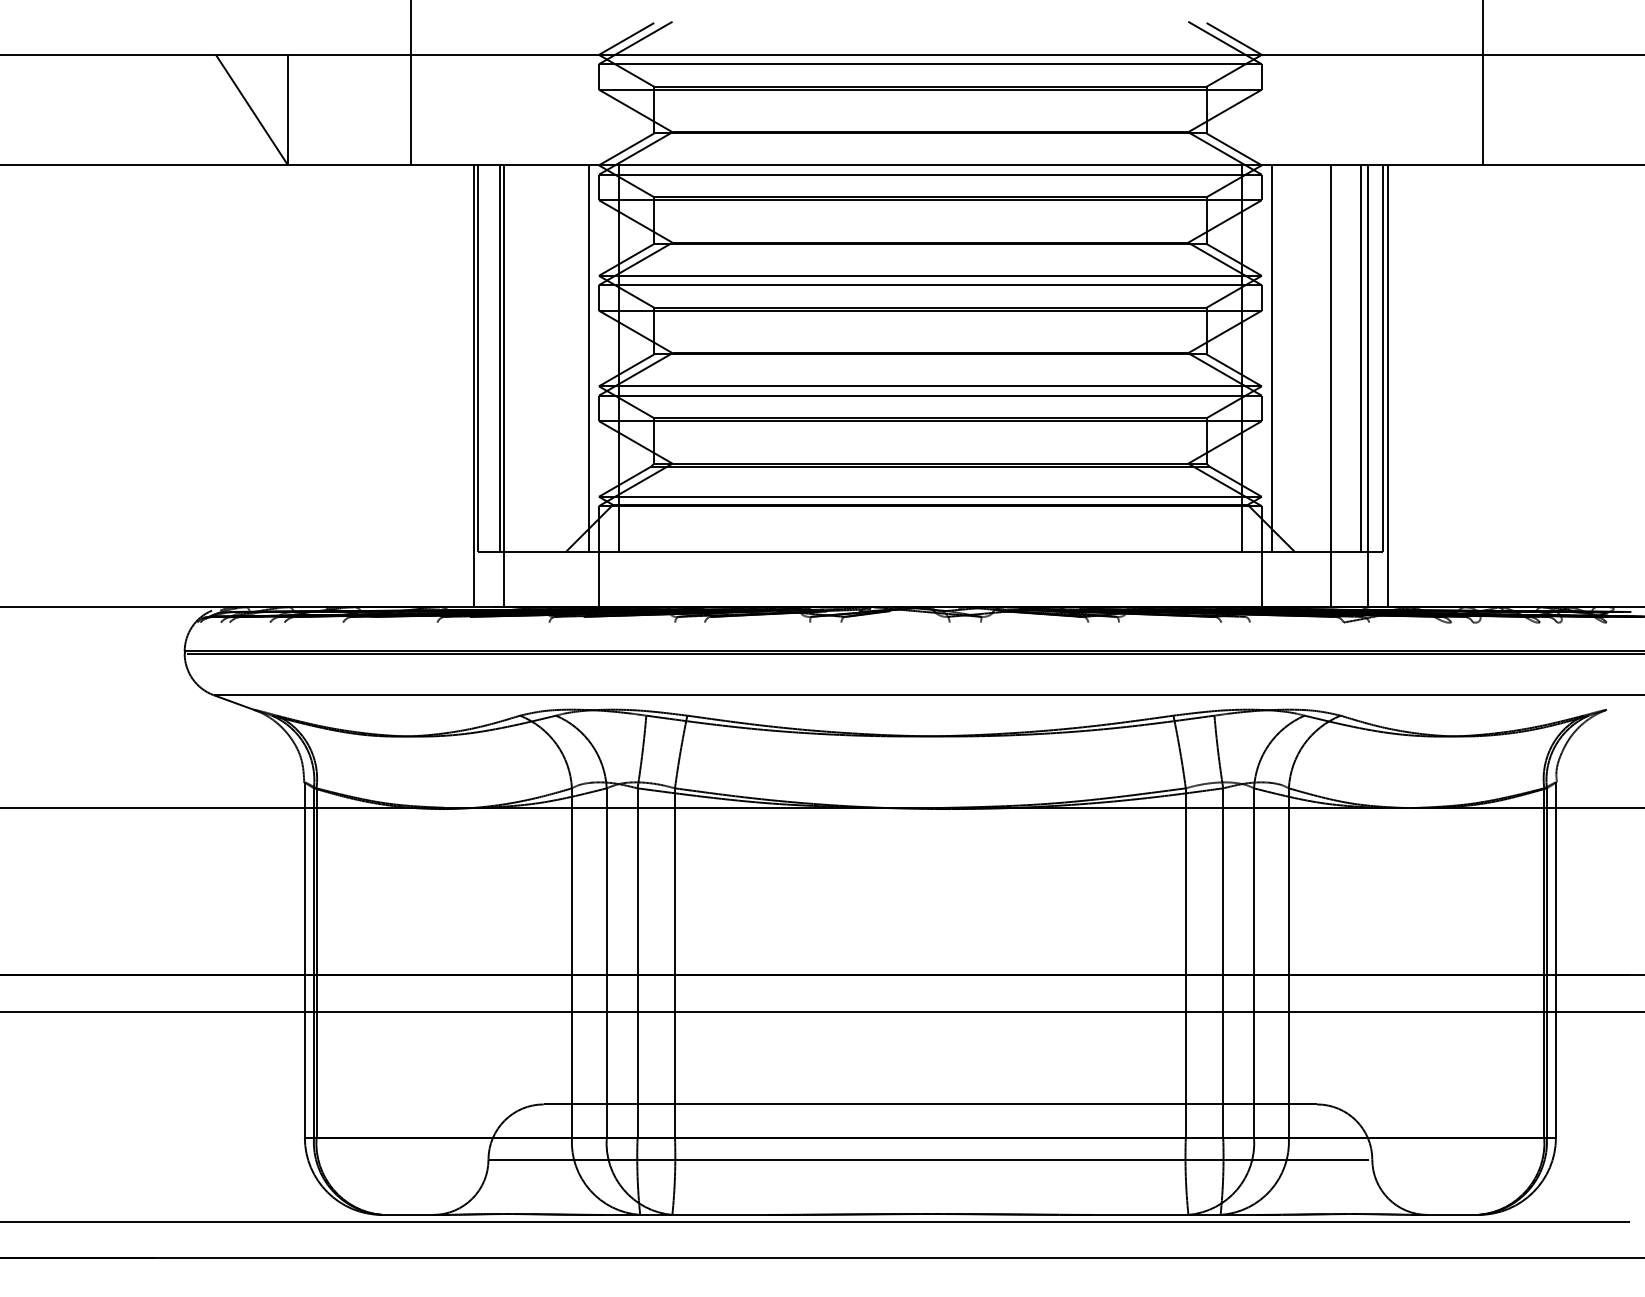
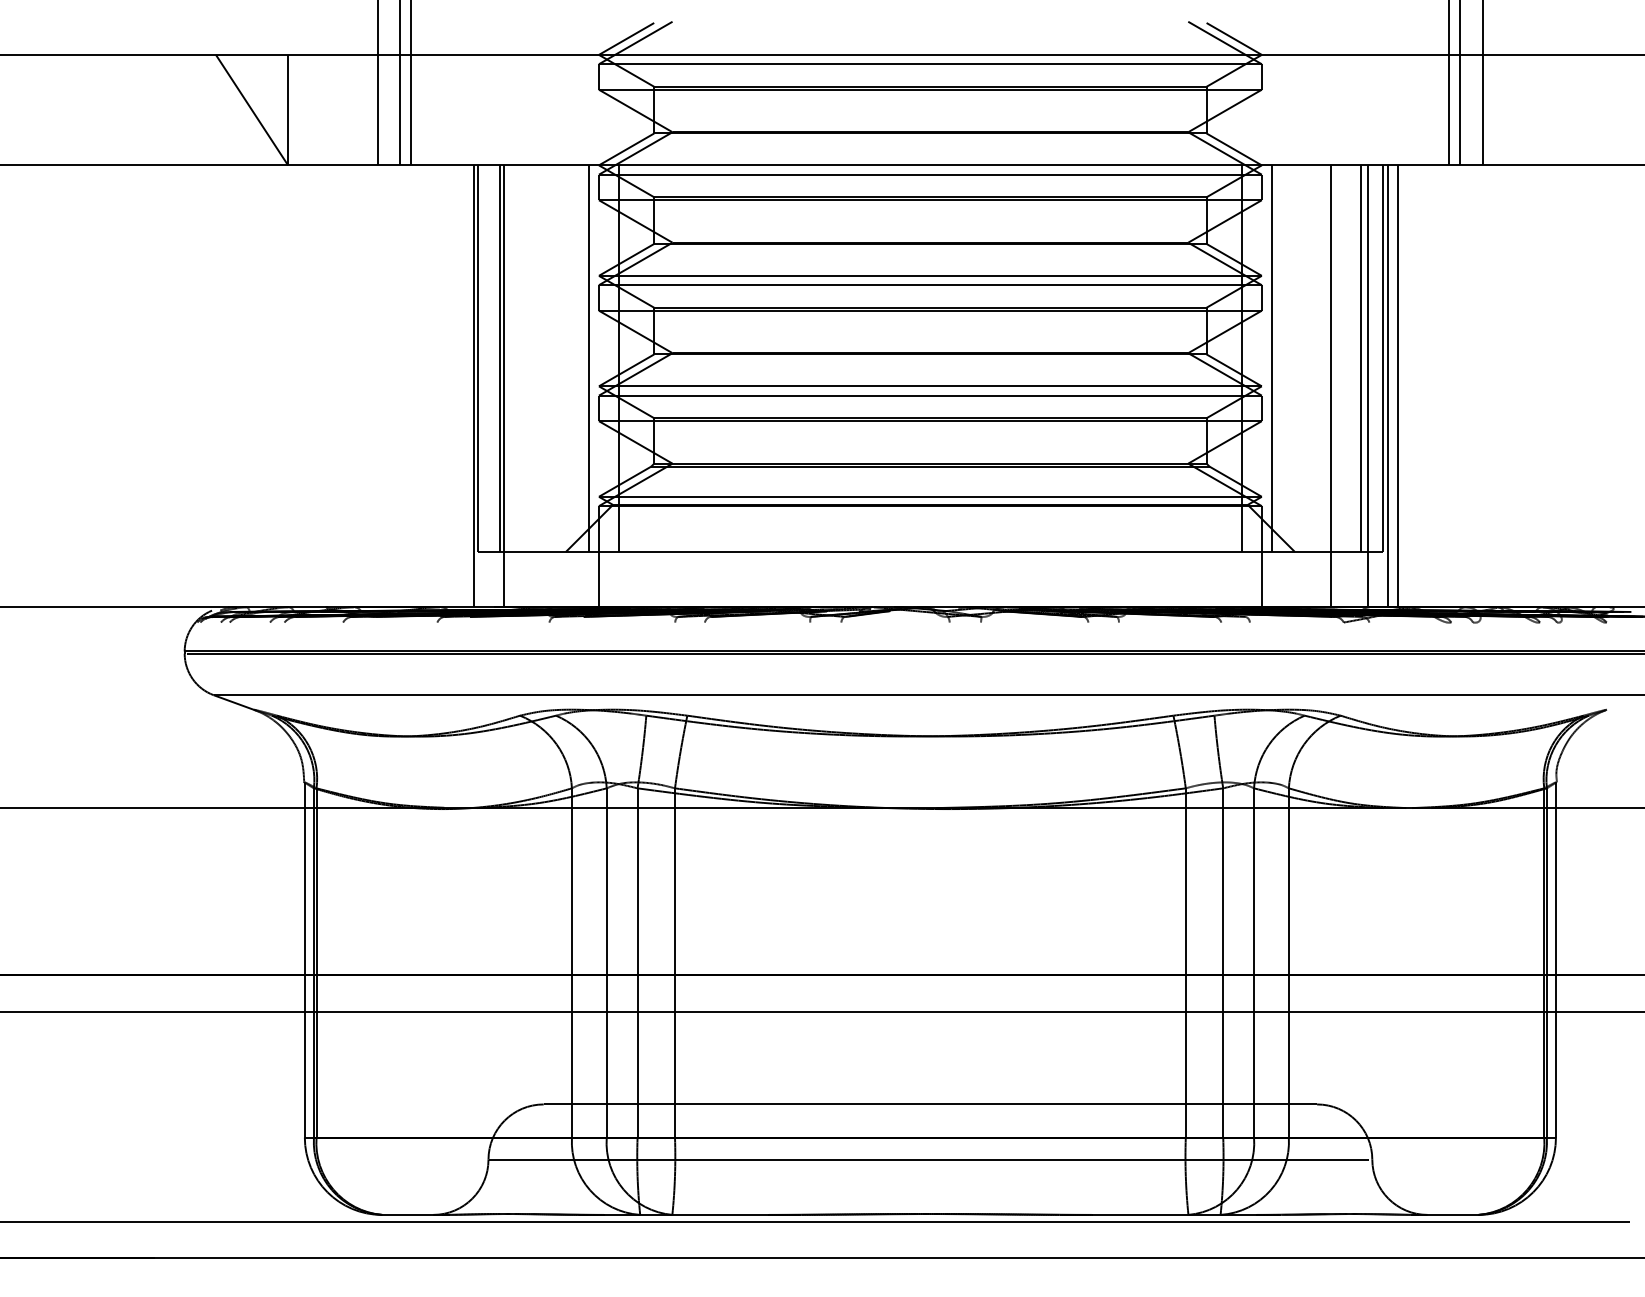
line at (378, 83): none -> present
line at (400, 83): none -> present
line at (1449, 83): none -> present
line at (1460, 83): none -> present
line at (1398, 386): none -> present
